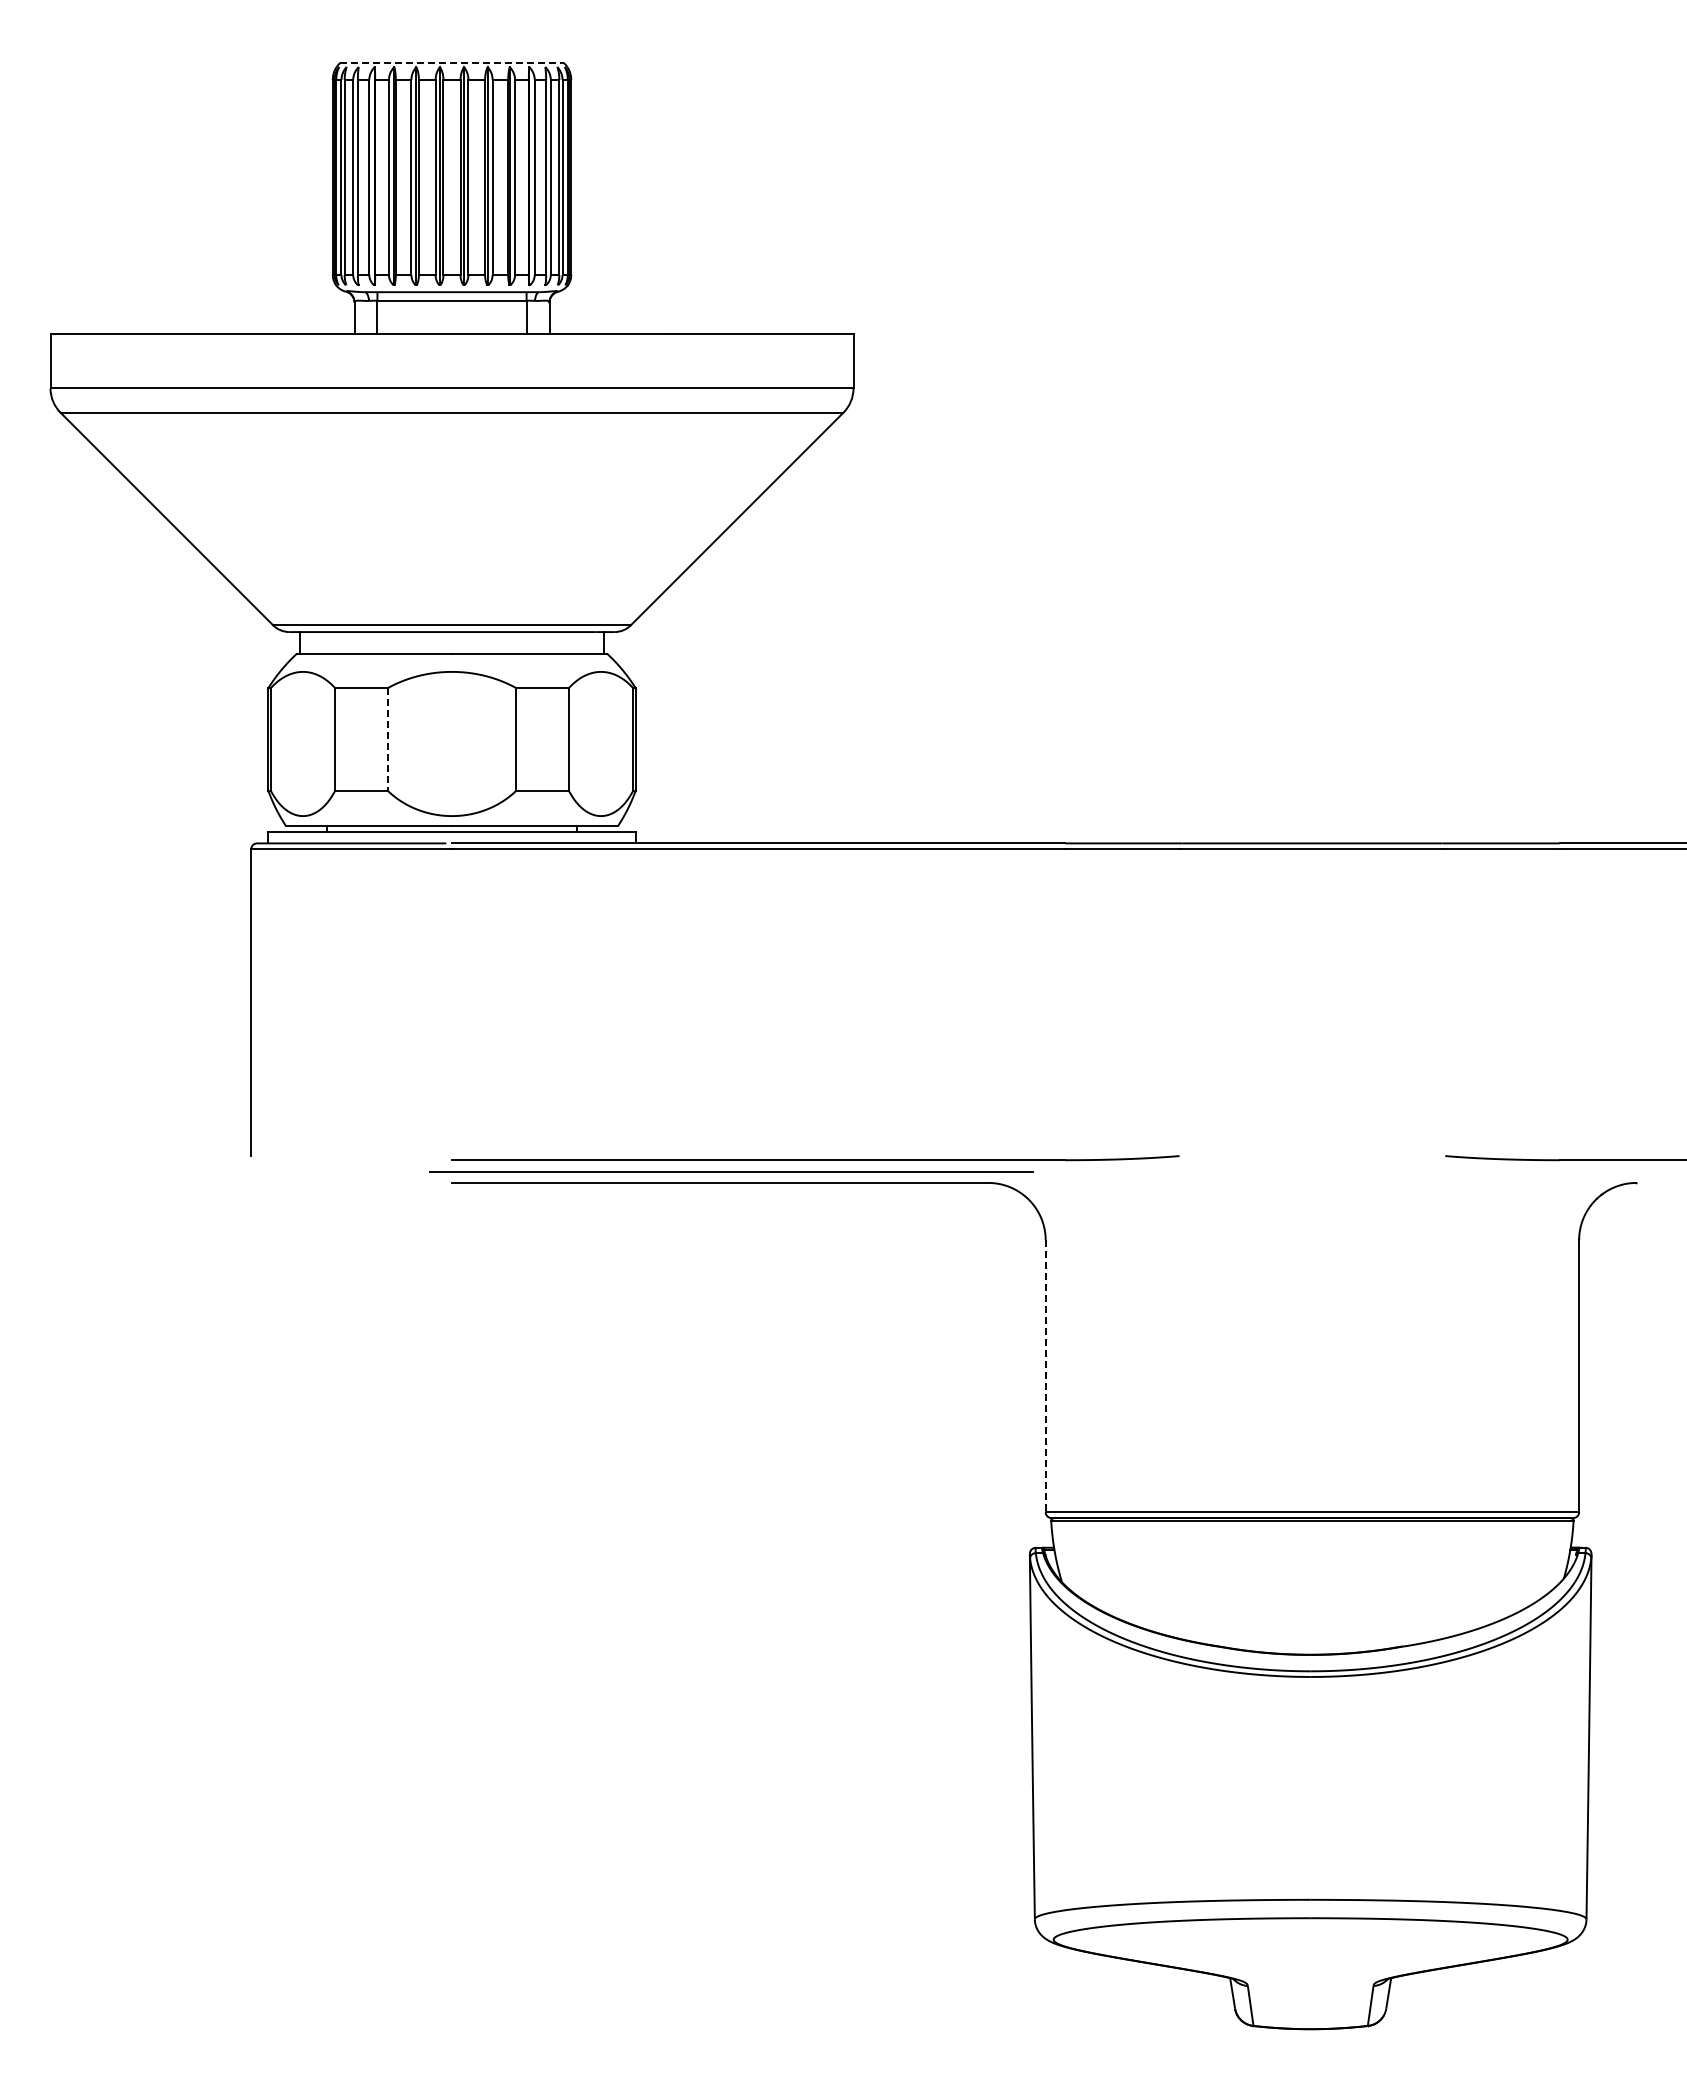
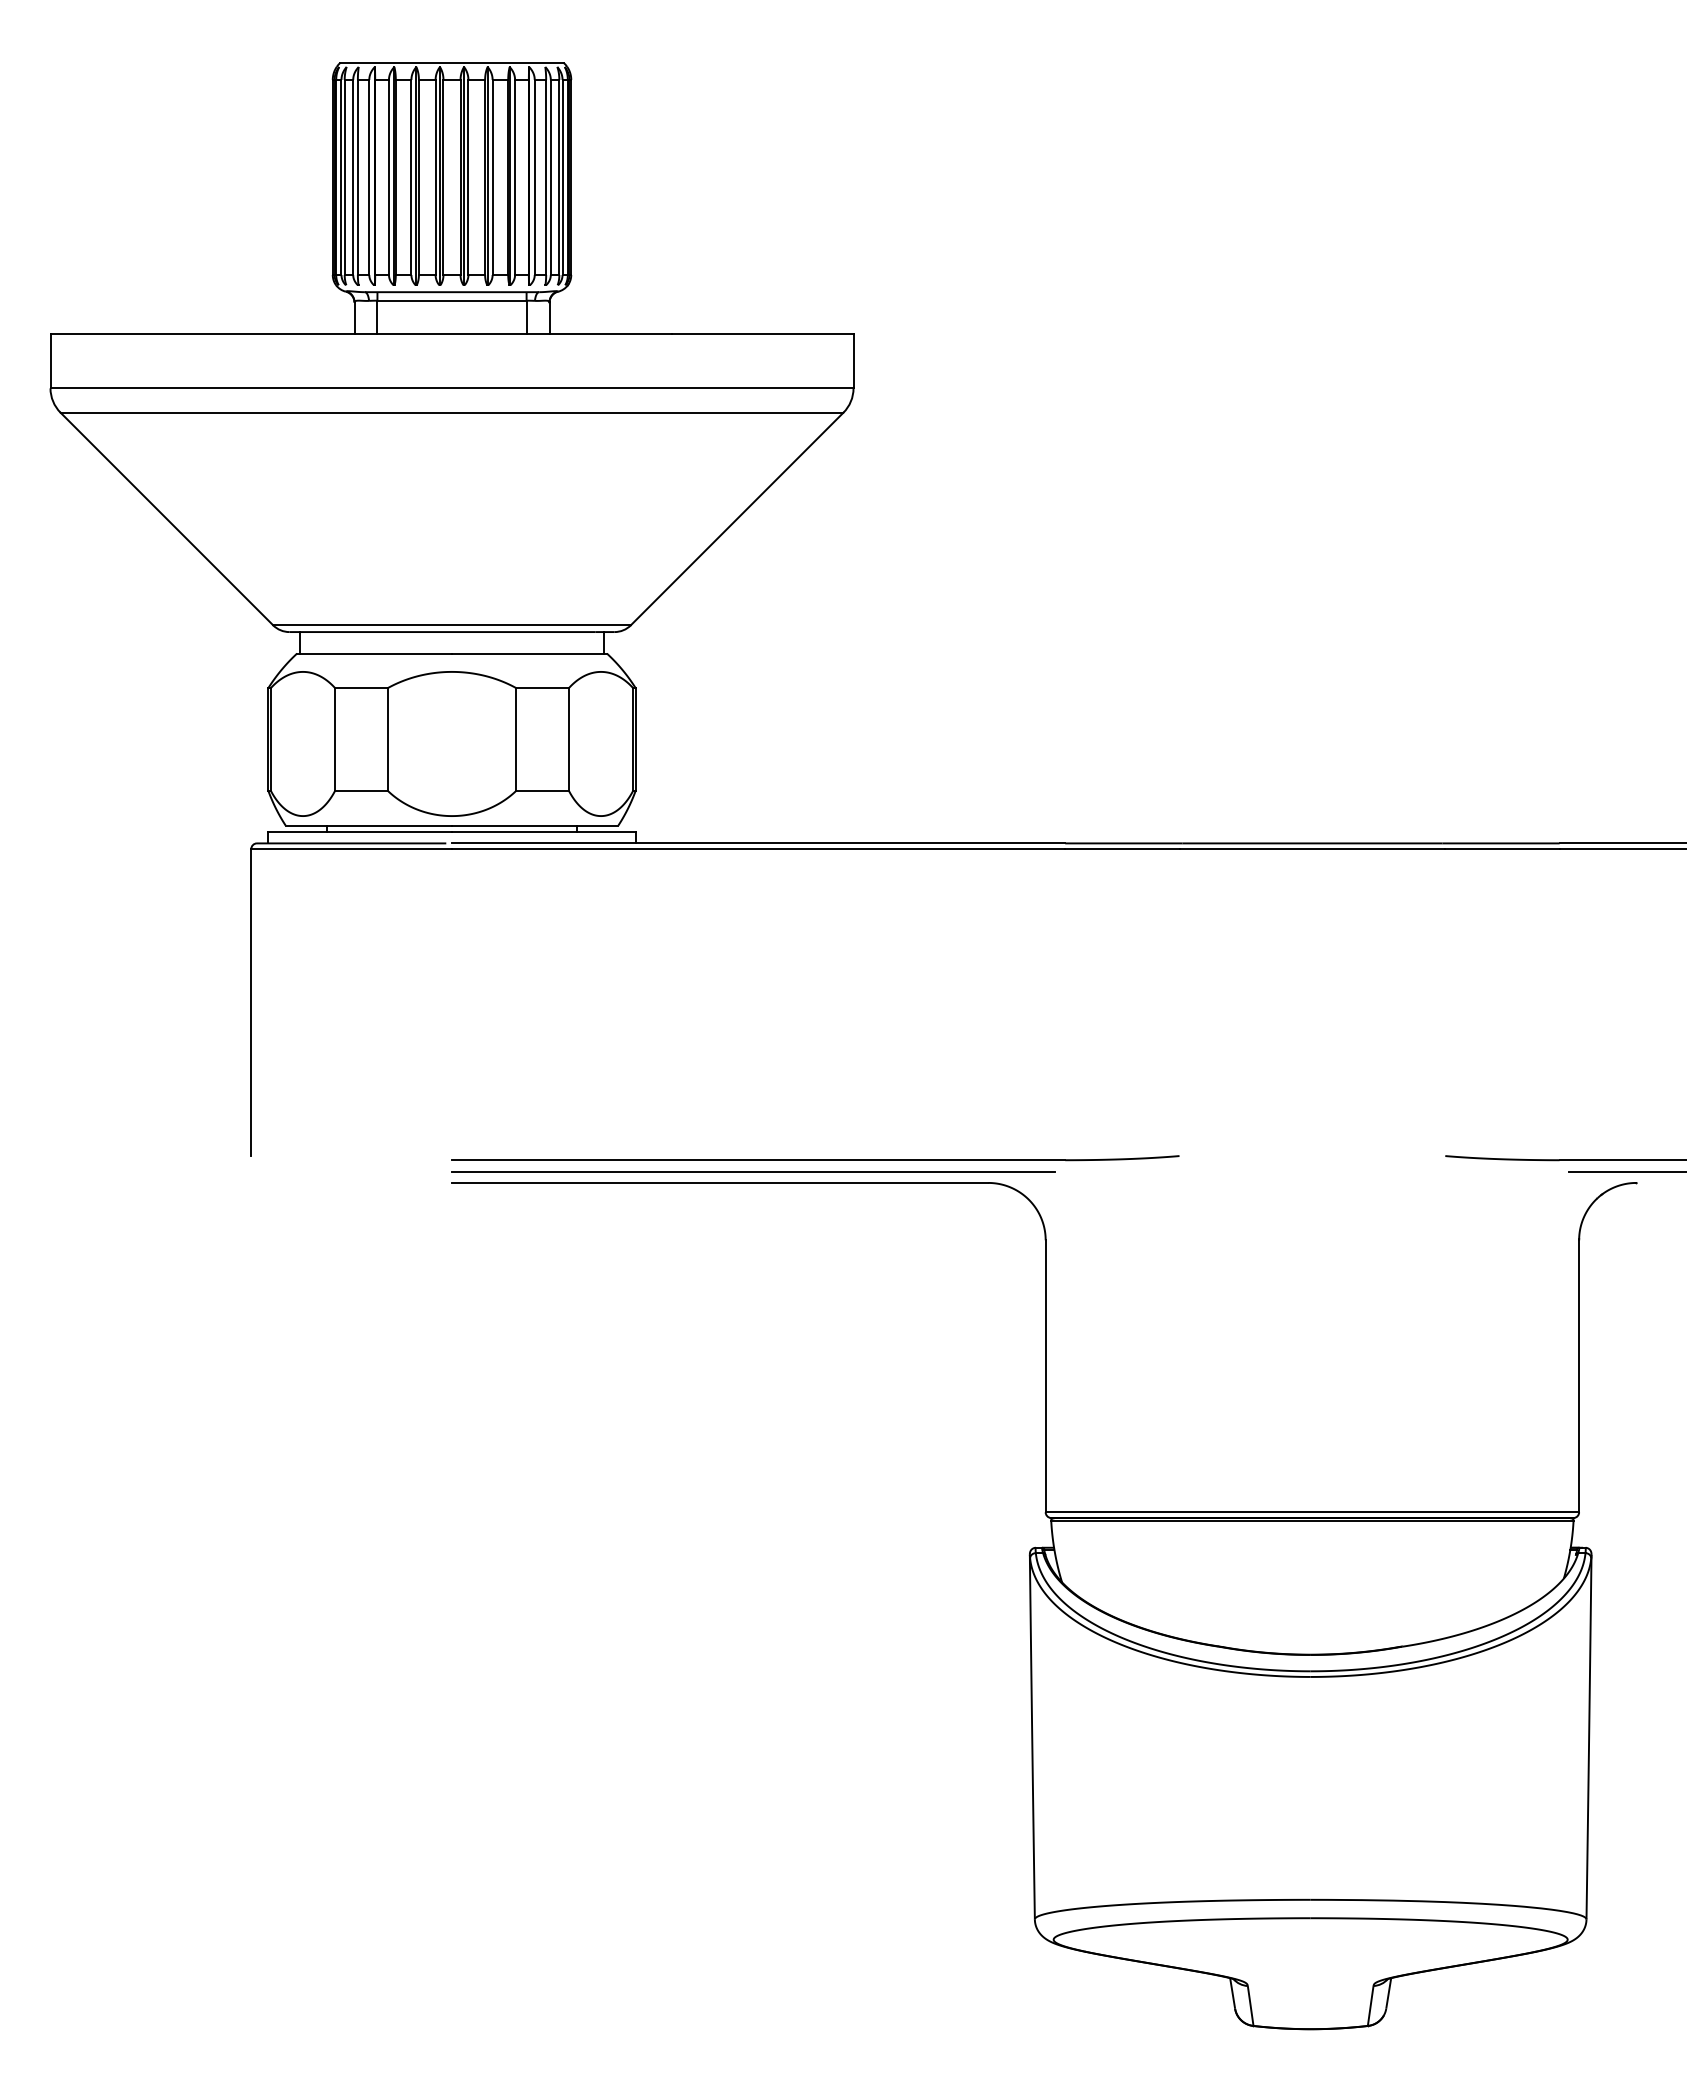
line at (452, 62): dashed -> solid
line at (388, 739): dashed -> solid
line at (731, 1171) position: (731, 1171) -> (753, 1171)
line at (1626, 1171): none -> present
line at (1045, 1376): dashed -> solid
